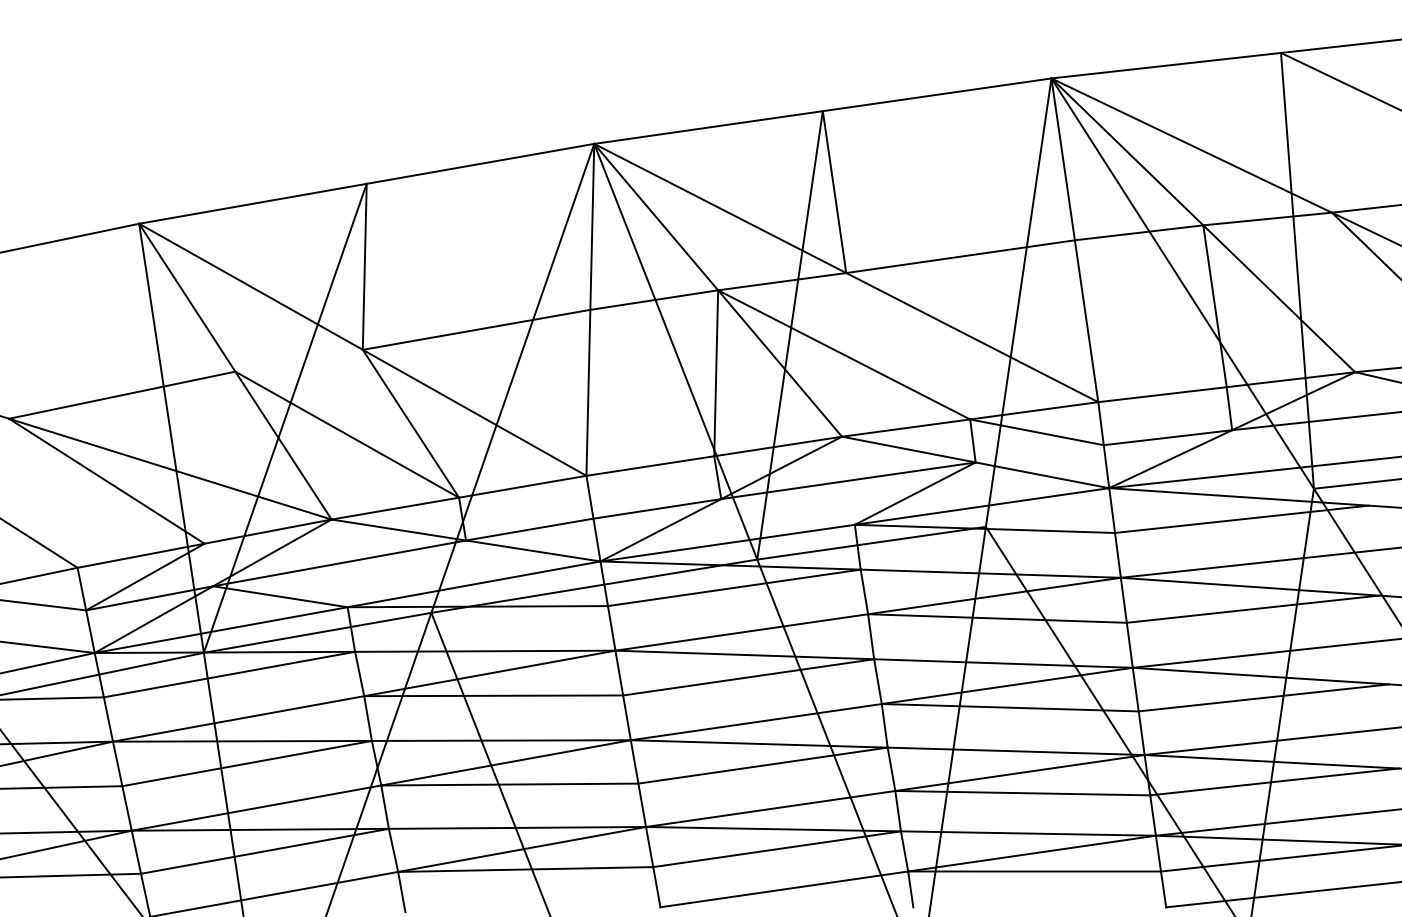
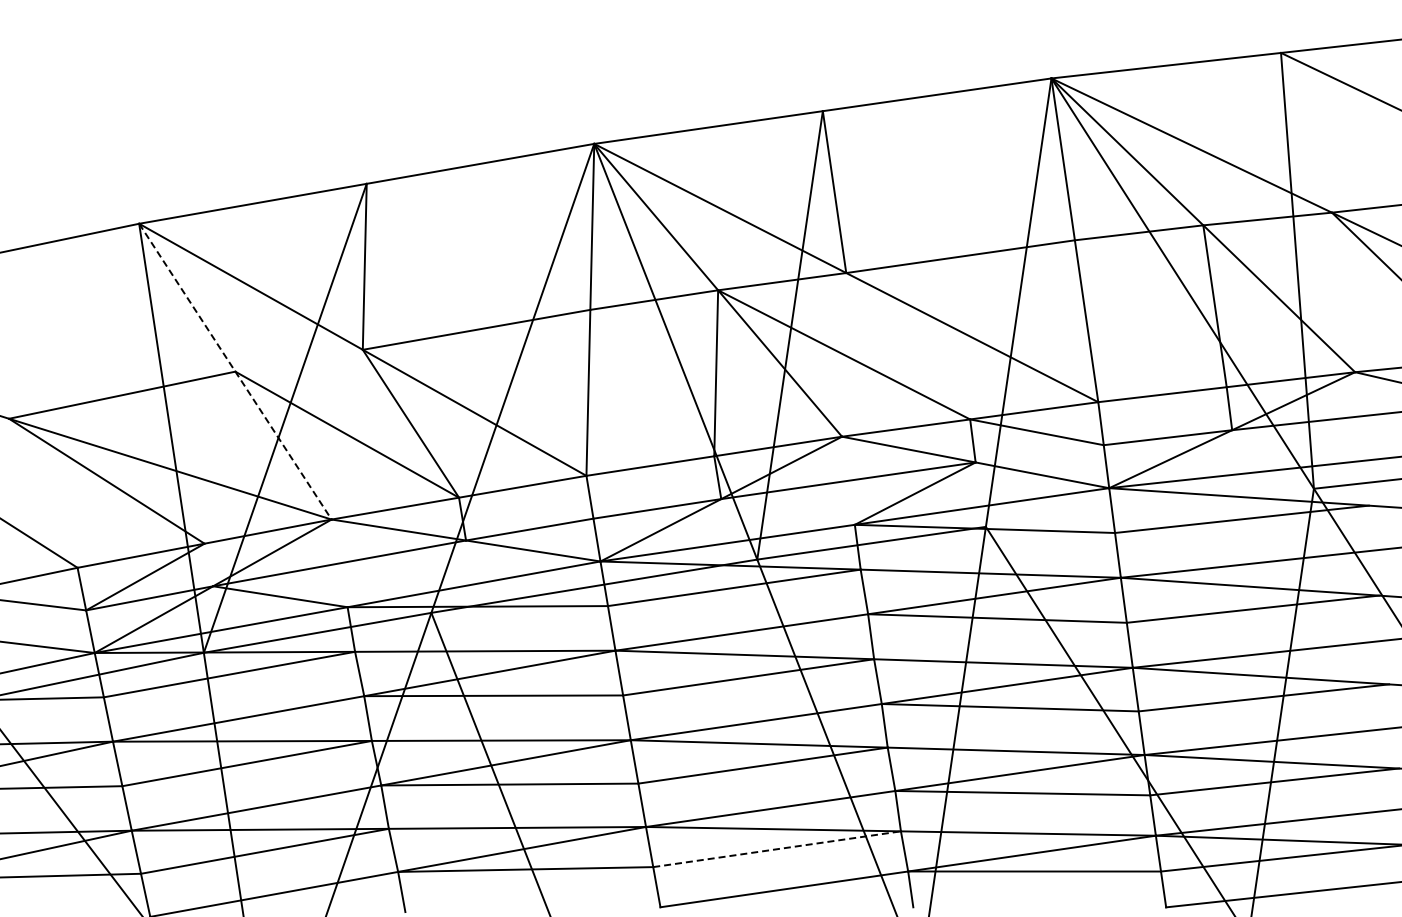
line at (235, 372): solid -> dashed
line at (777, 849): solid -> dashed
